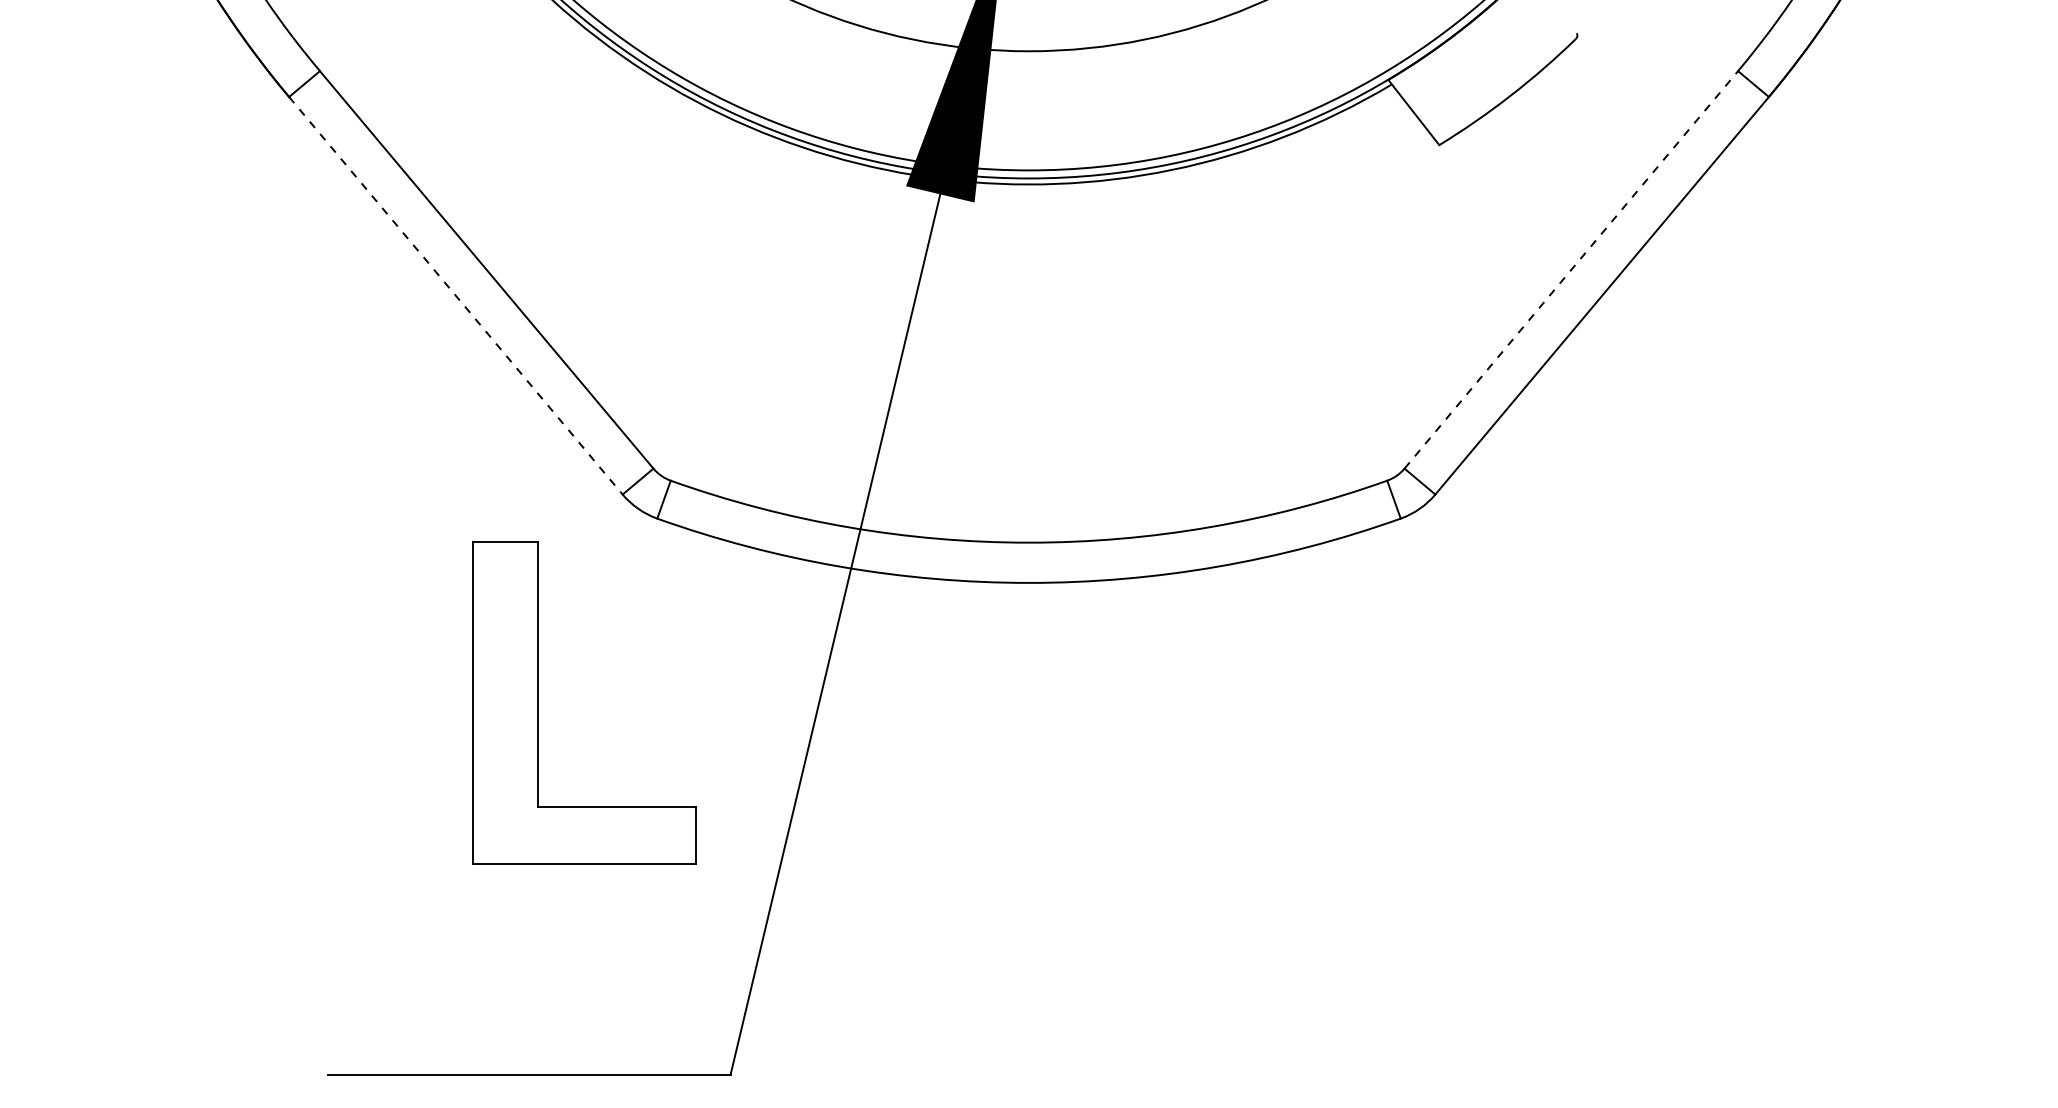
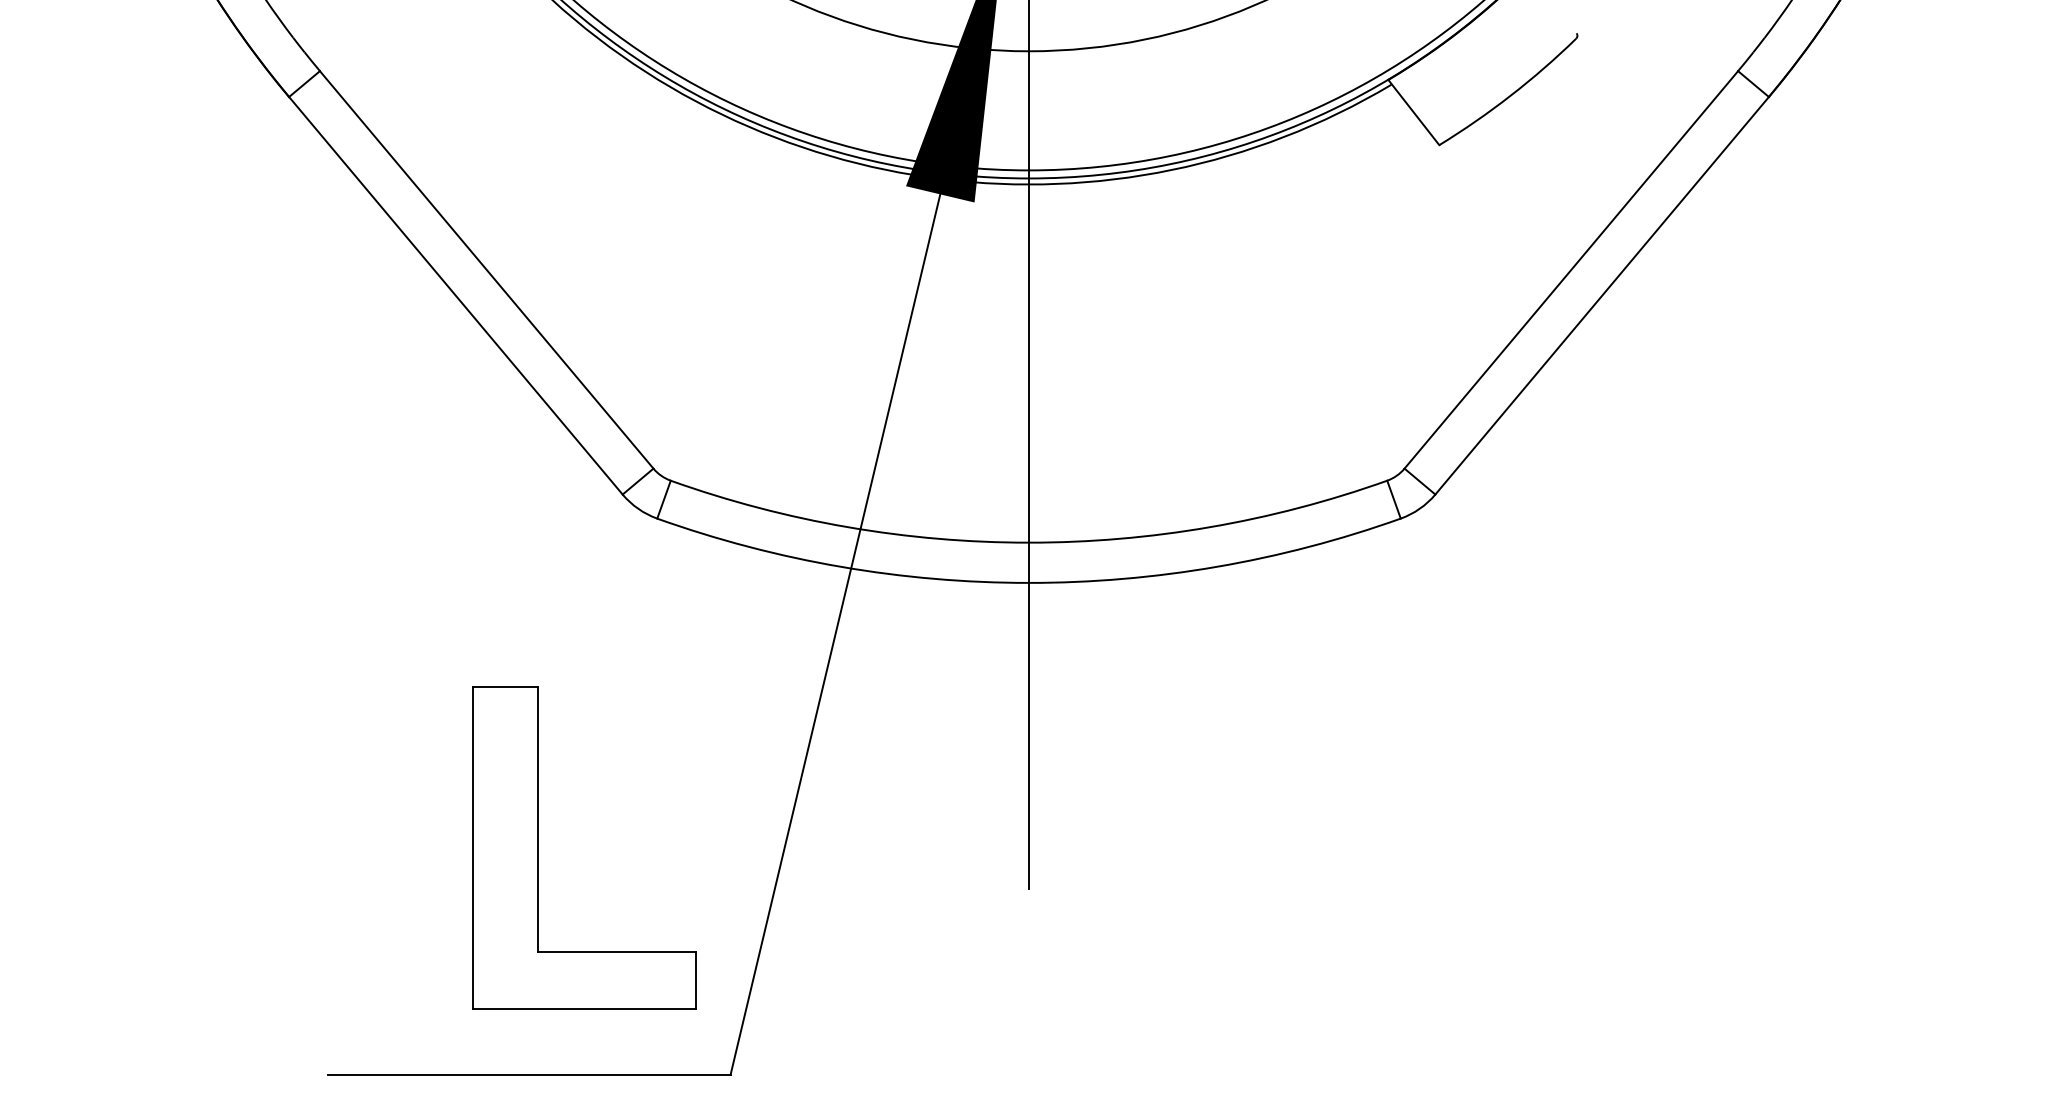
line at (1571, 269): dashed -> solid
line at (456, 296): dashed -> solid
line at (1028, 445): none -> present
part at (538, 702) position: (538, 702) -> (538, 847)
